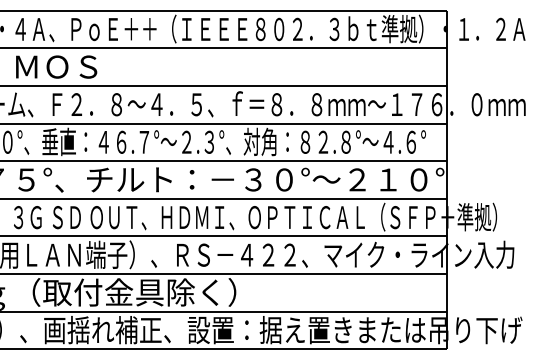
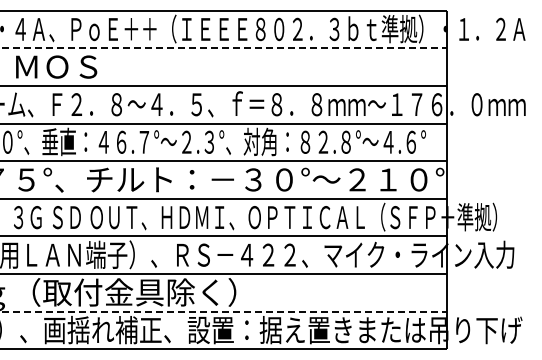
line at (224, 48): solid -> dashed
line at (224, 311): solid -> dashed
